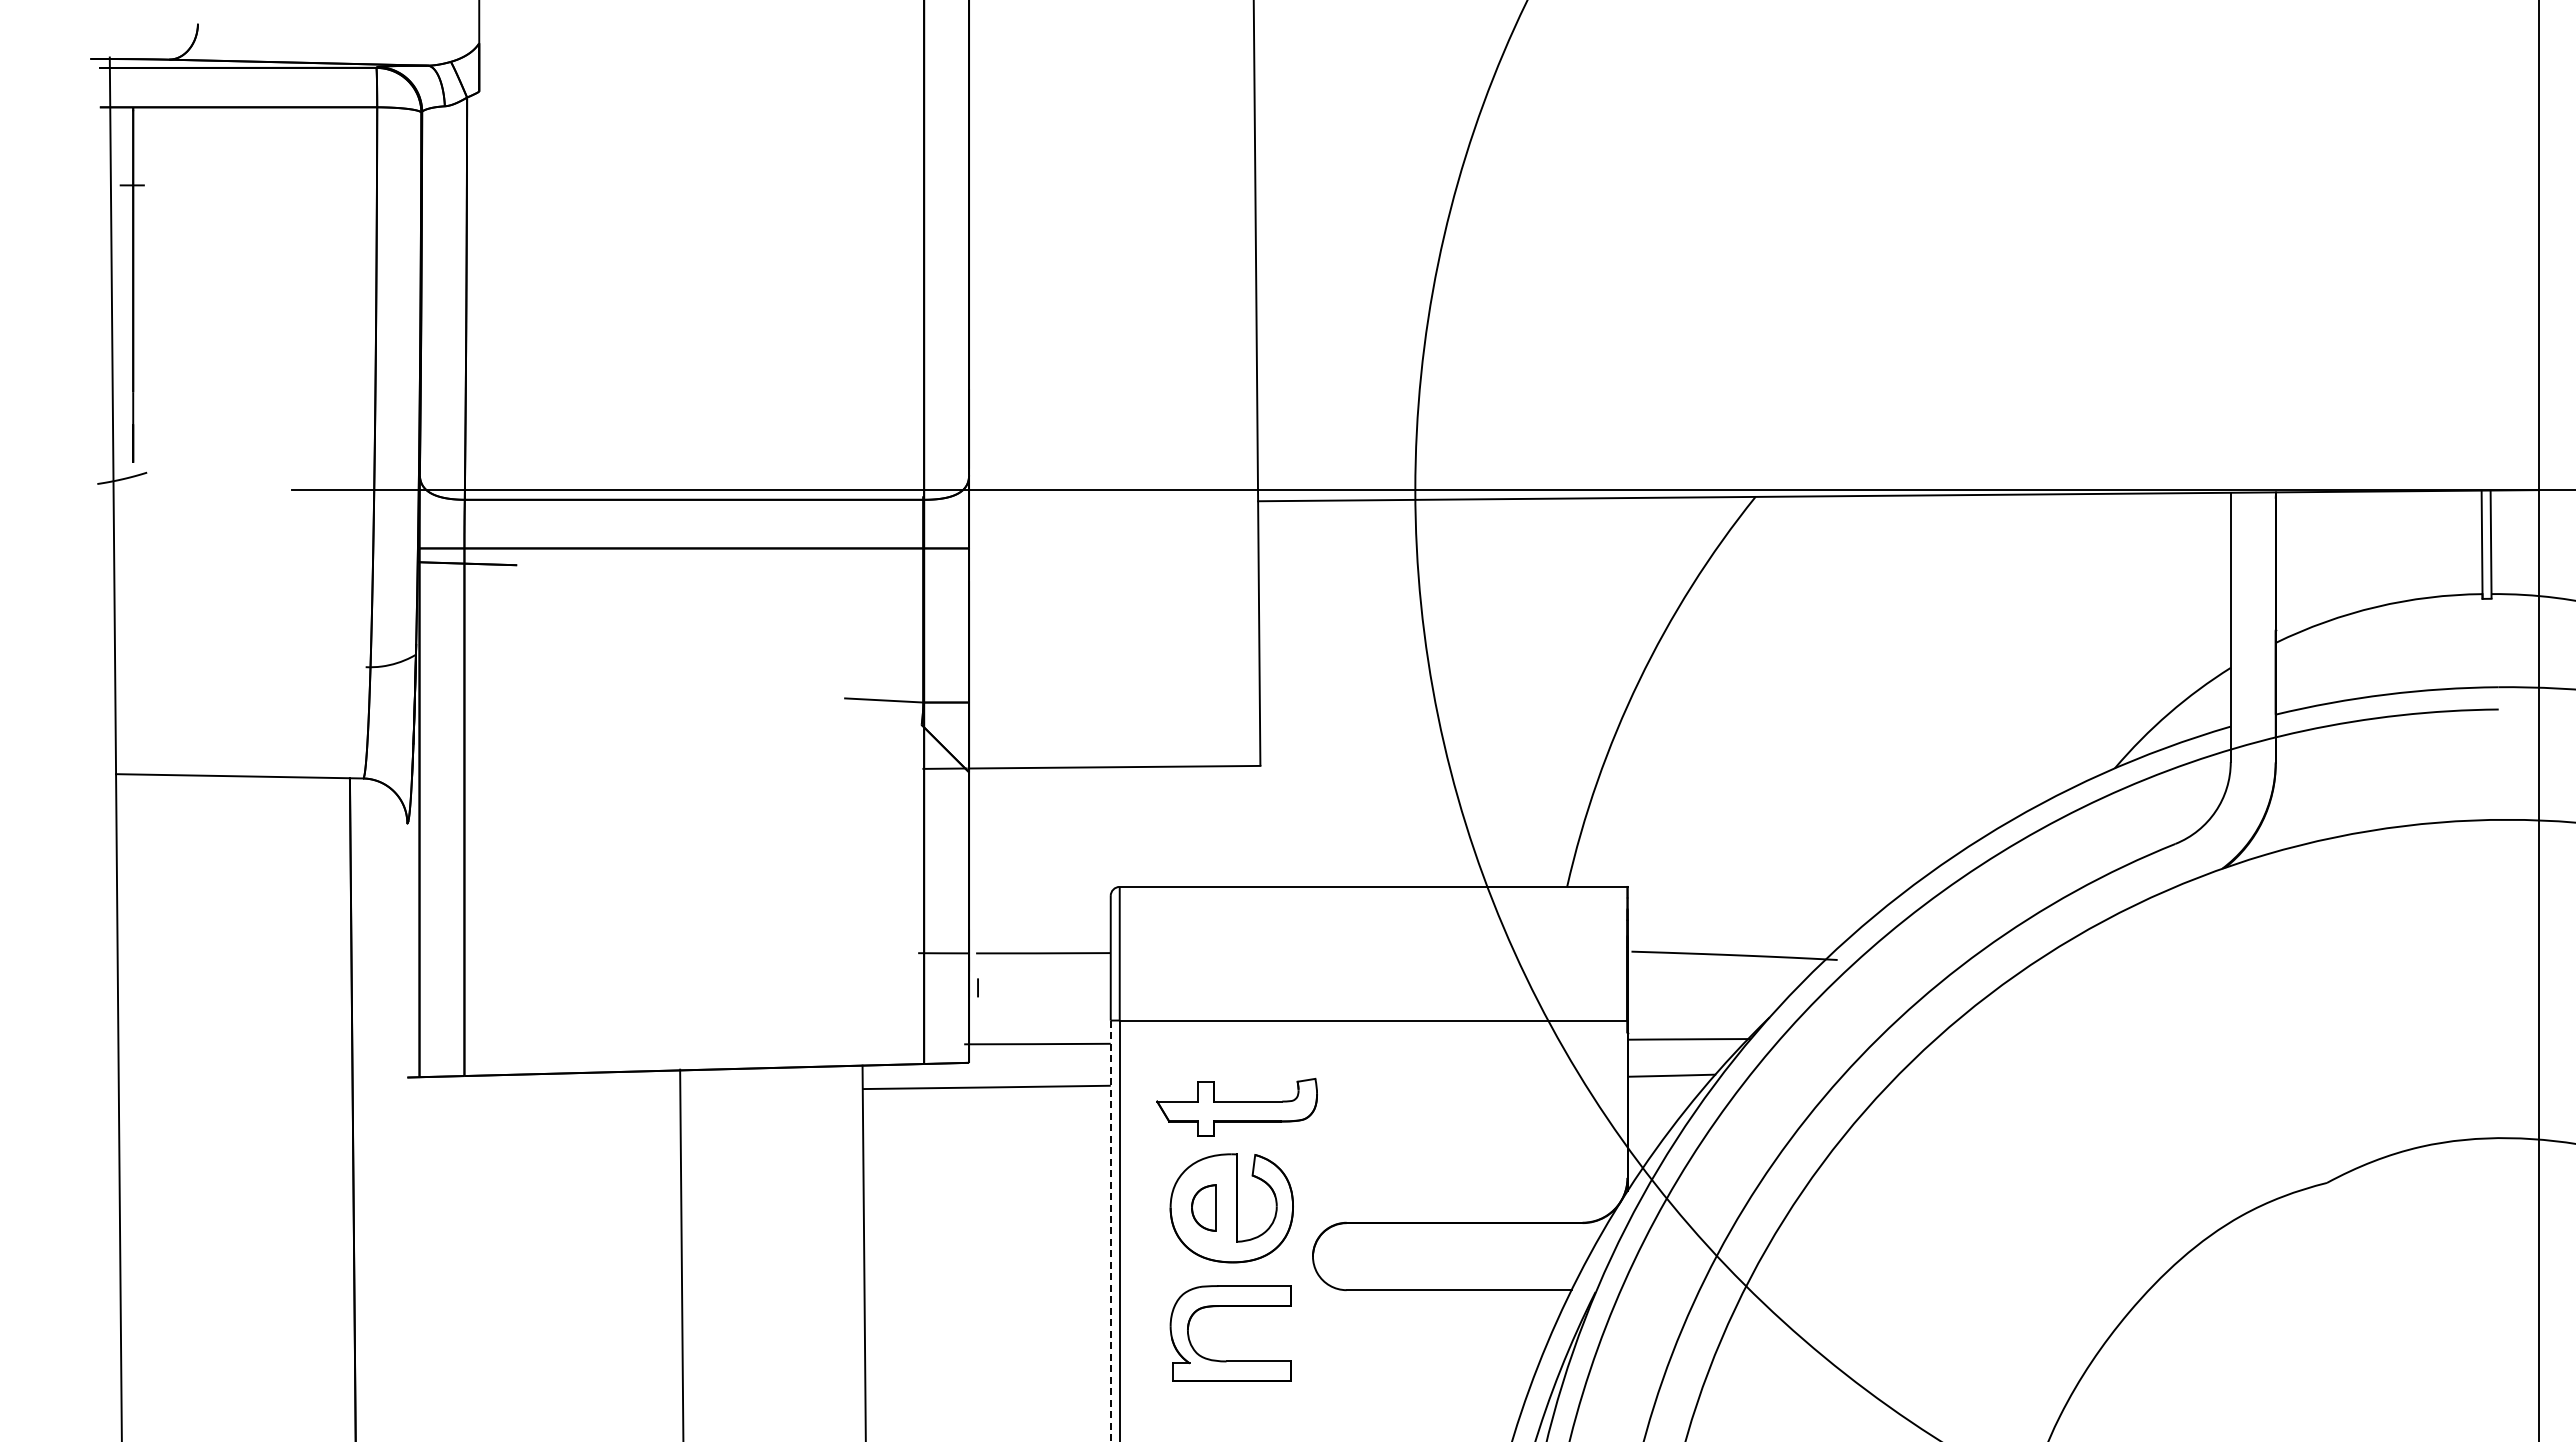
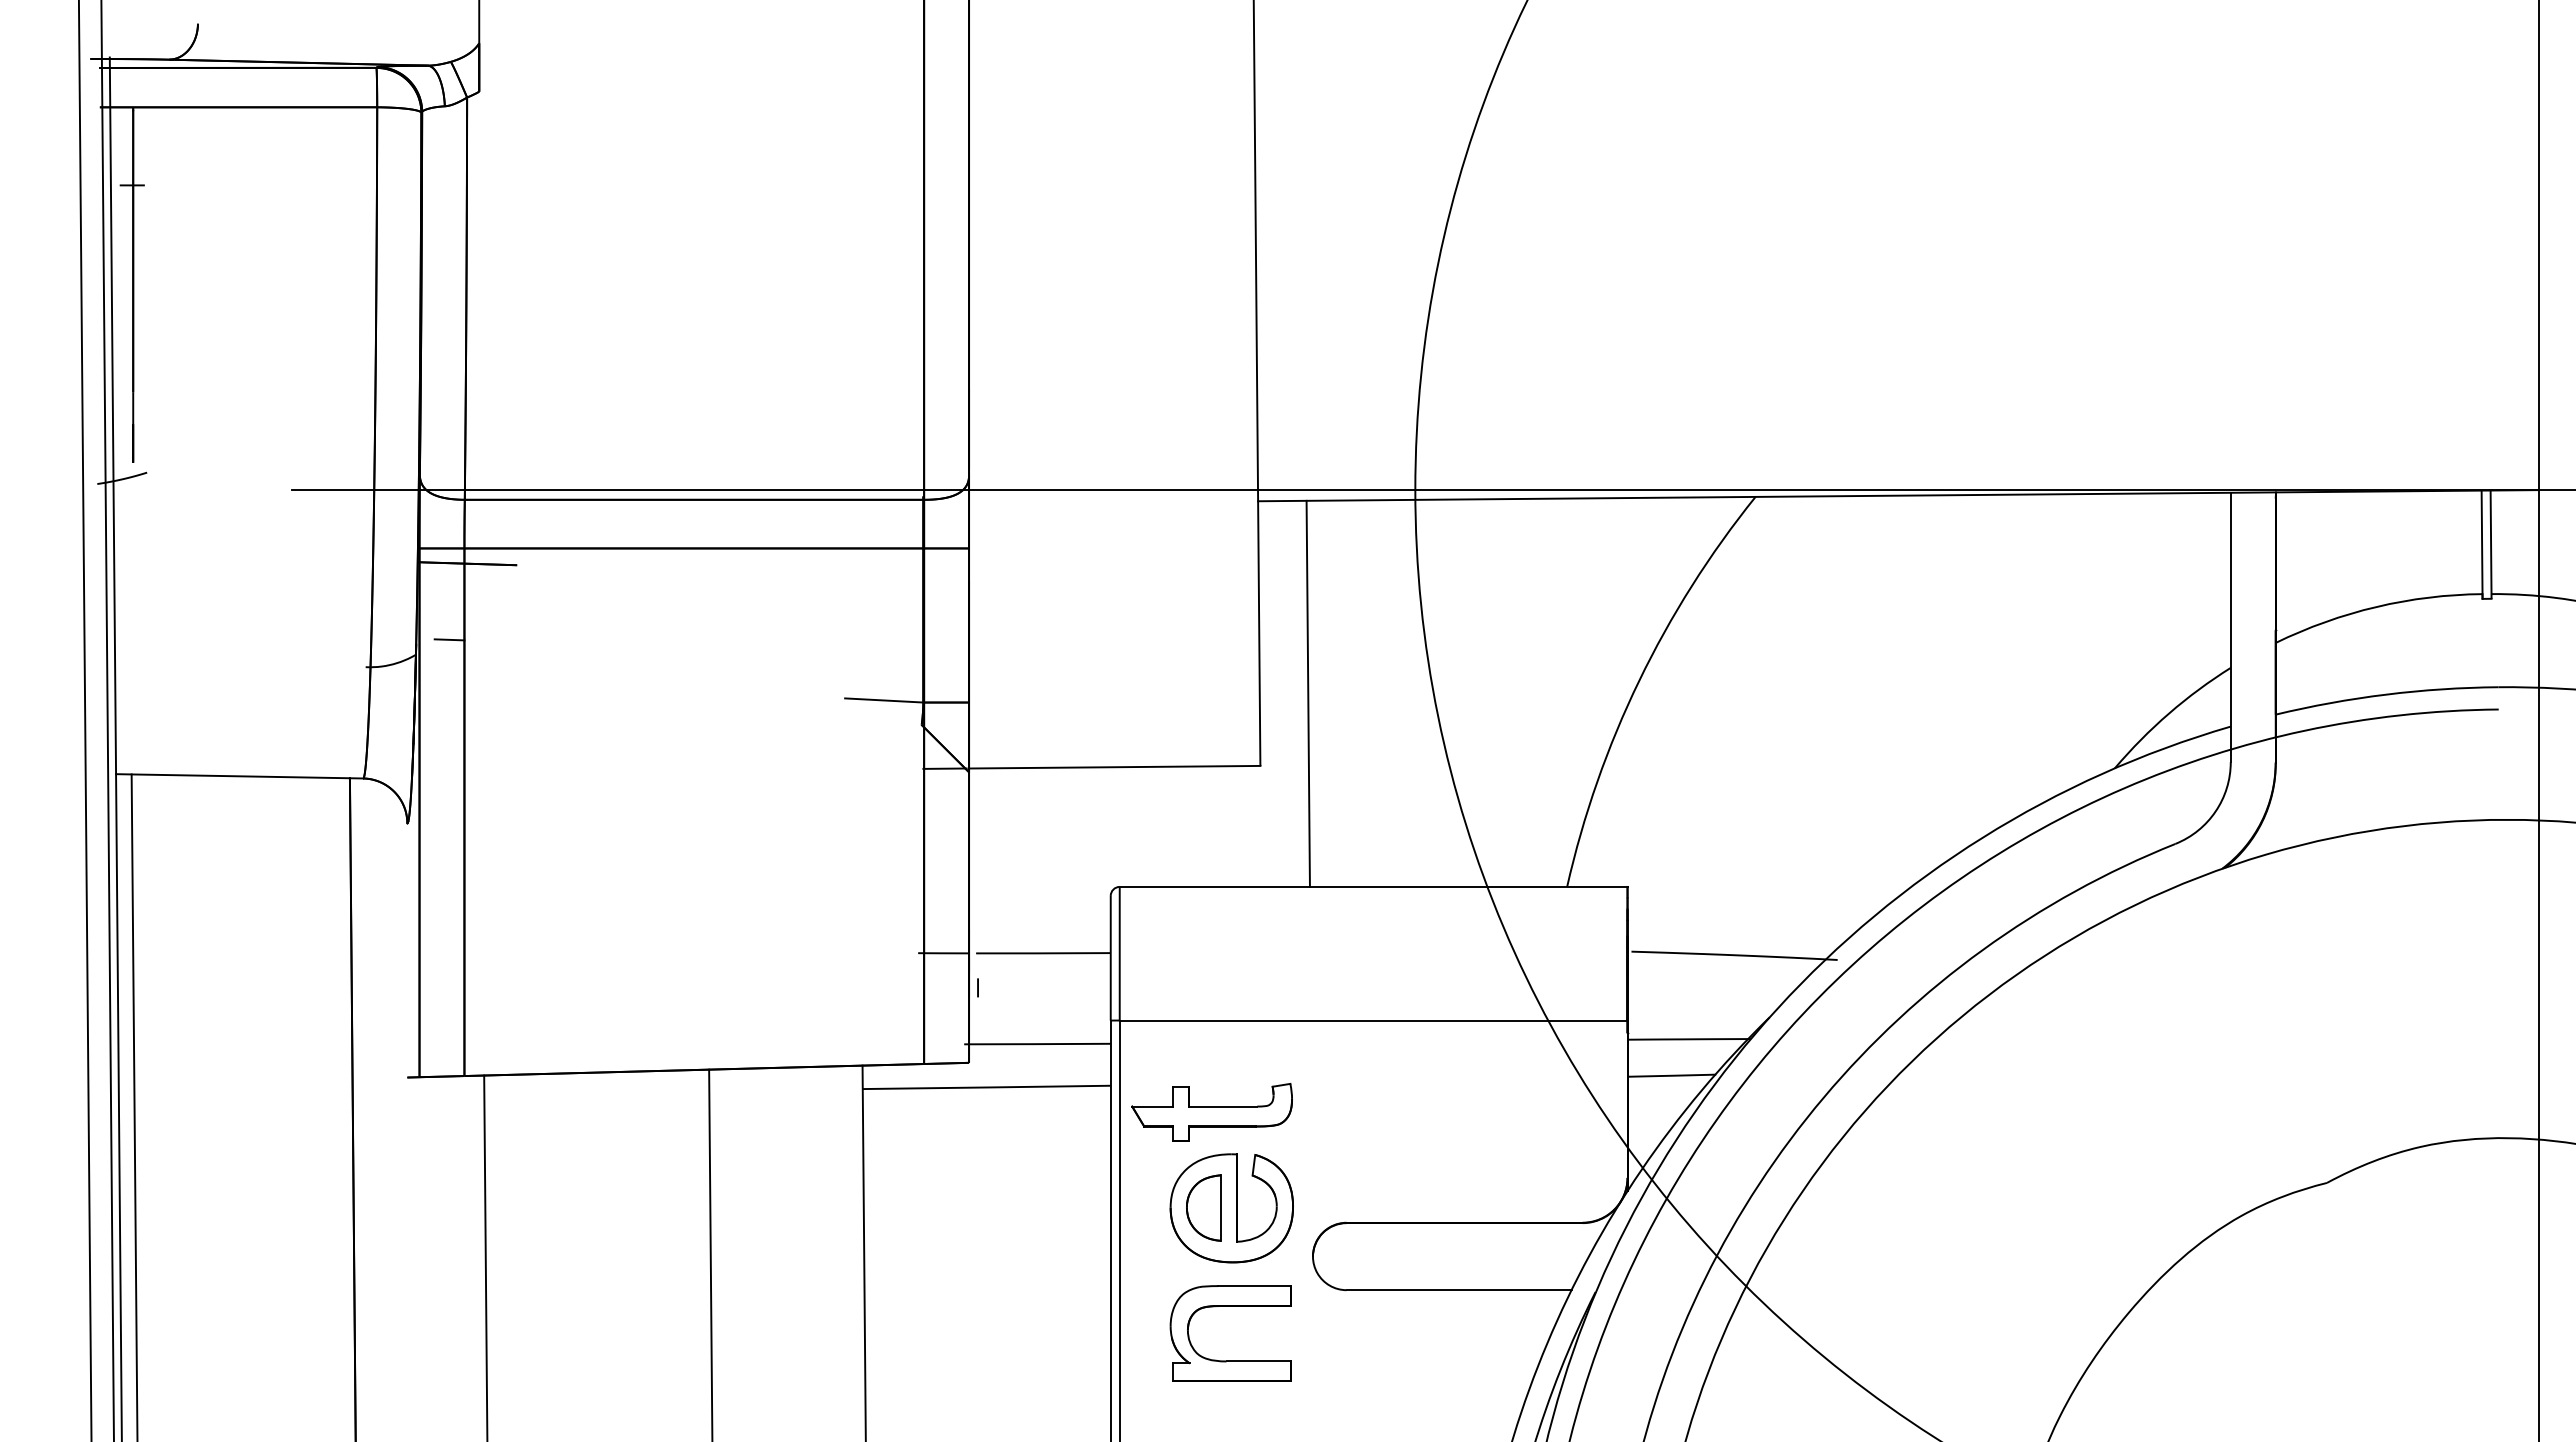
line at (449, 639): none -> present
line at (1307, 693): none -> present
line at (84, 720): none -> present
line at (107, 720): none -> present
line at (134, 1106): none -> present
part at (1236, 1107) position: (1236, 1107) -> (1211, 1112)
part at (1203, 1207) size: 26x48 px -> 36x68 px
line at (1110, 1231): dashed -> solid
line at (681, 1253) position: (681, 1253) -> (710, 1253)
line at (485, 1256): none -> present
